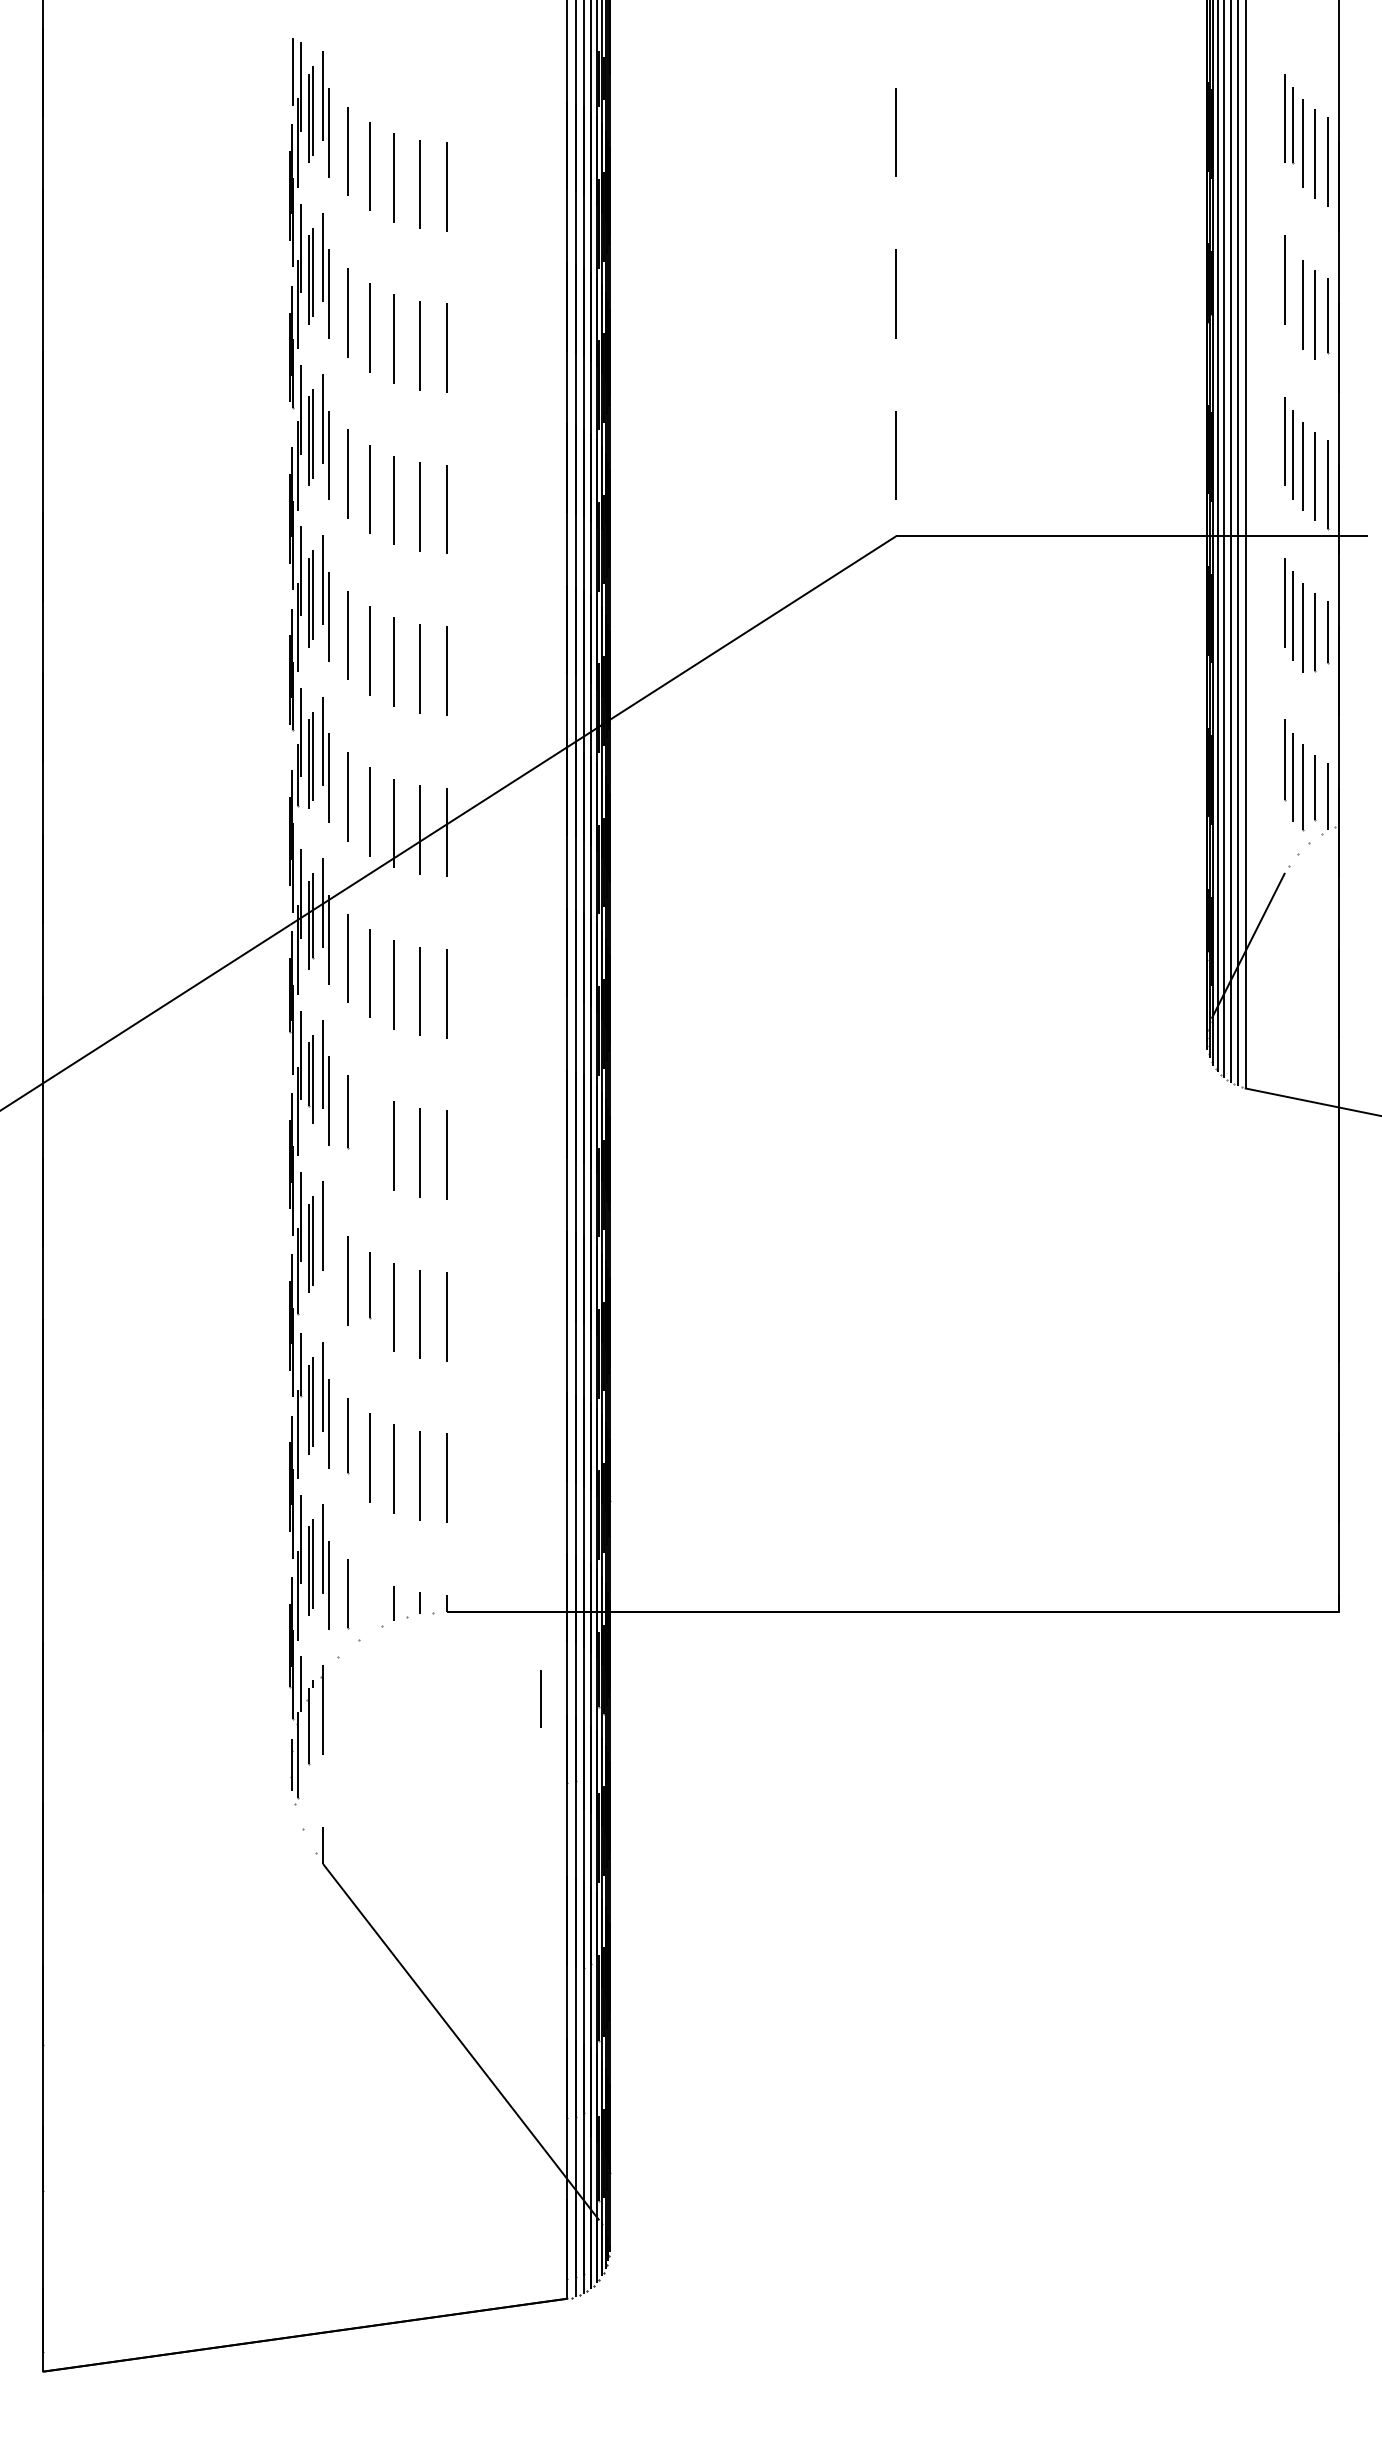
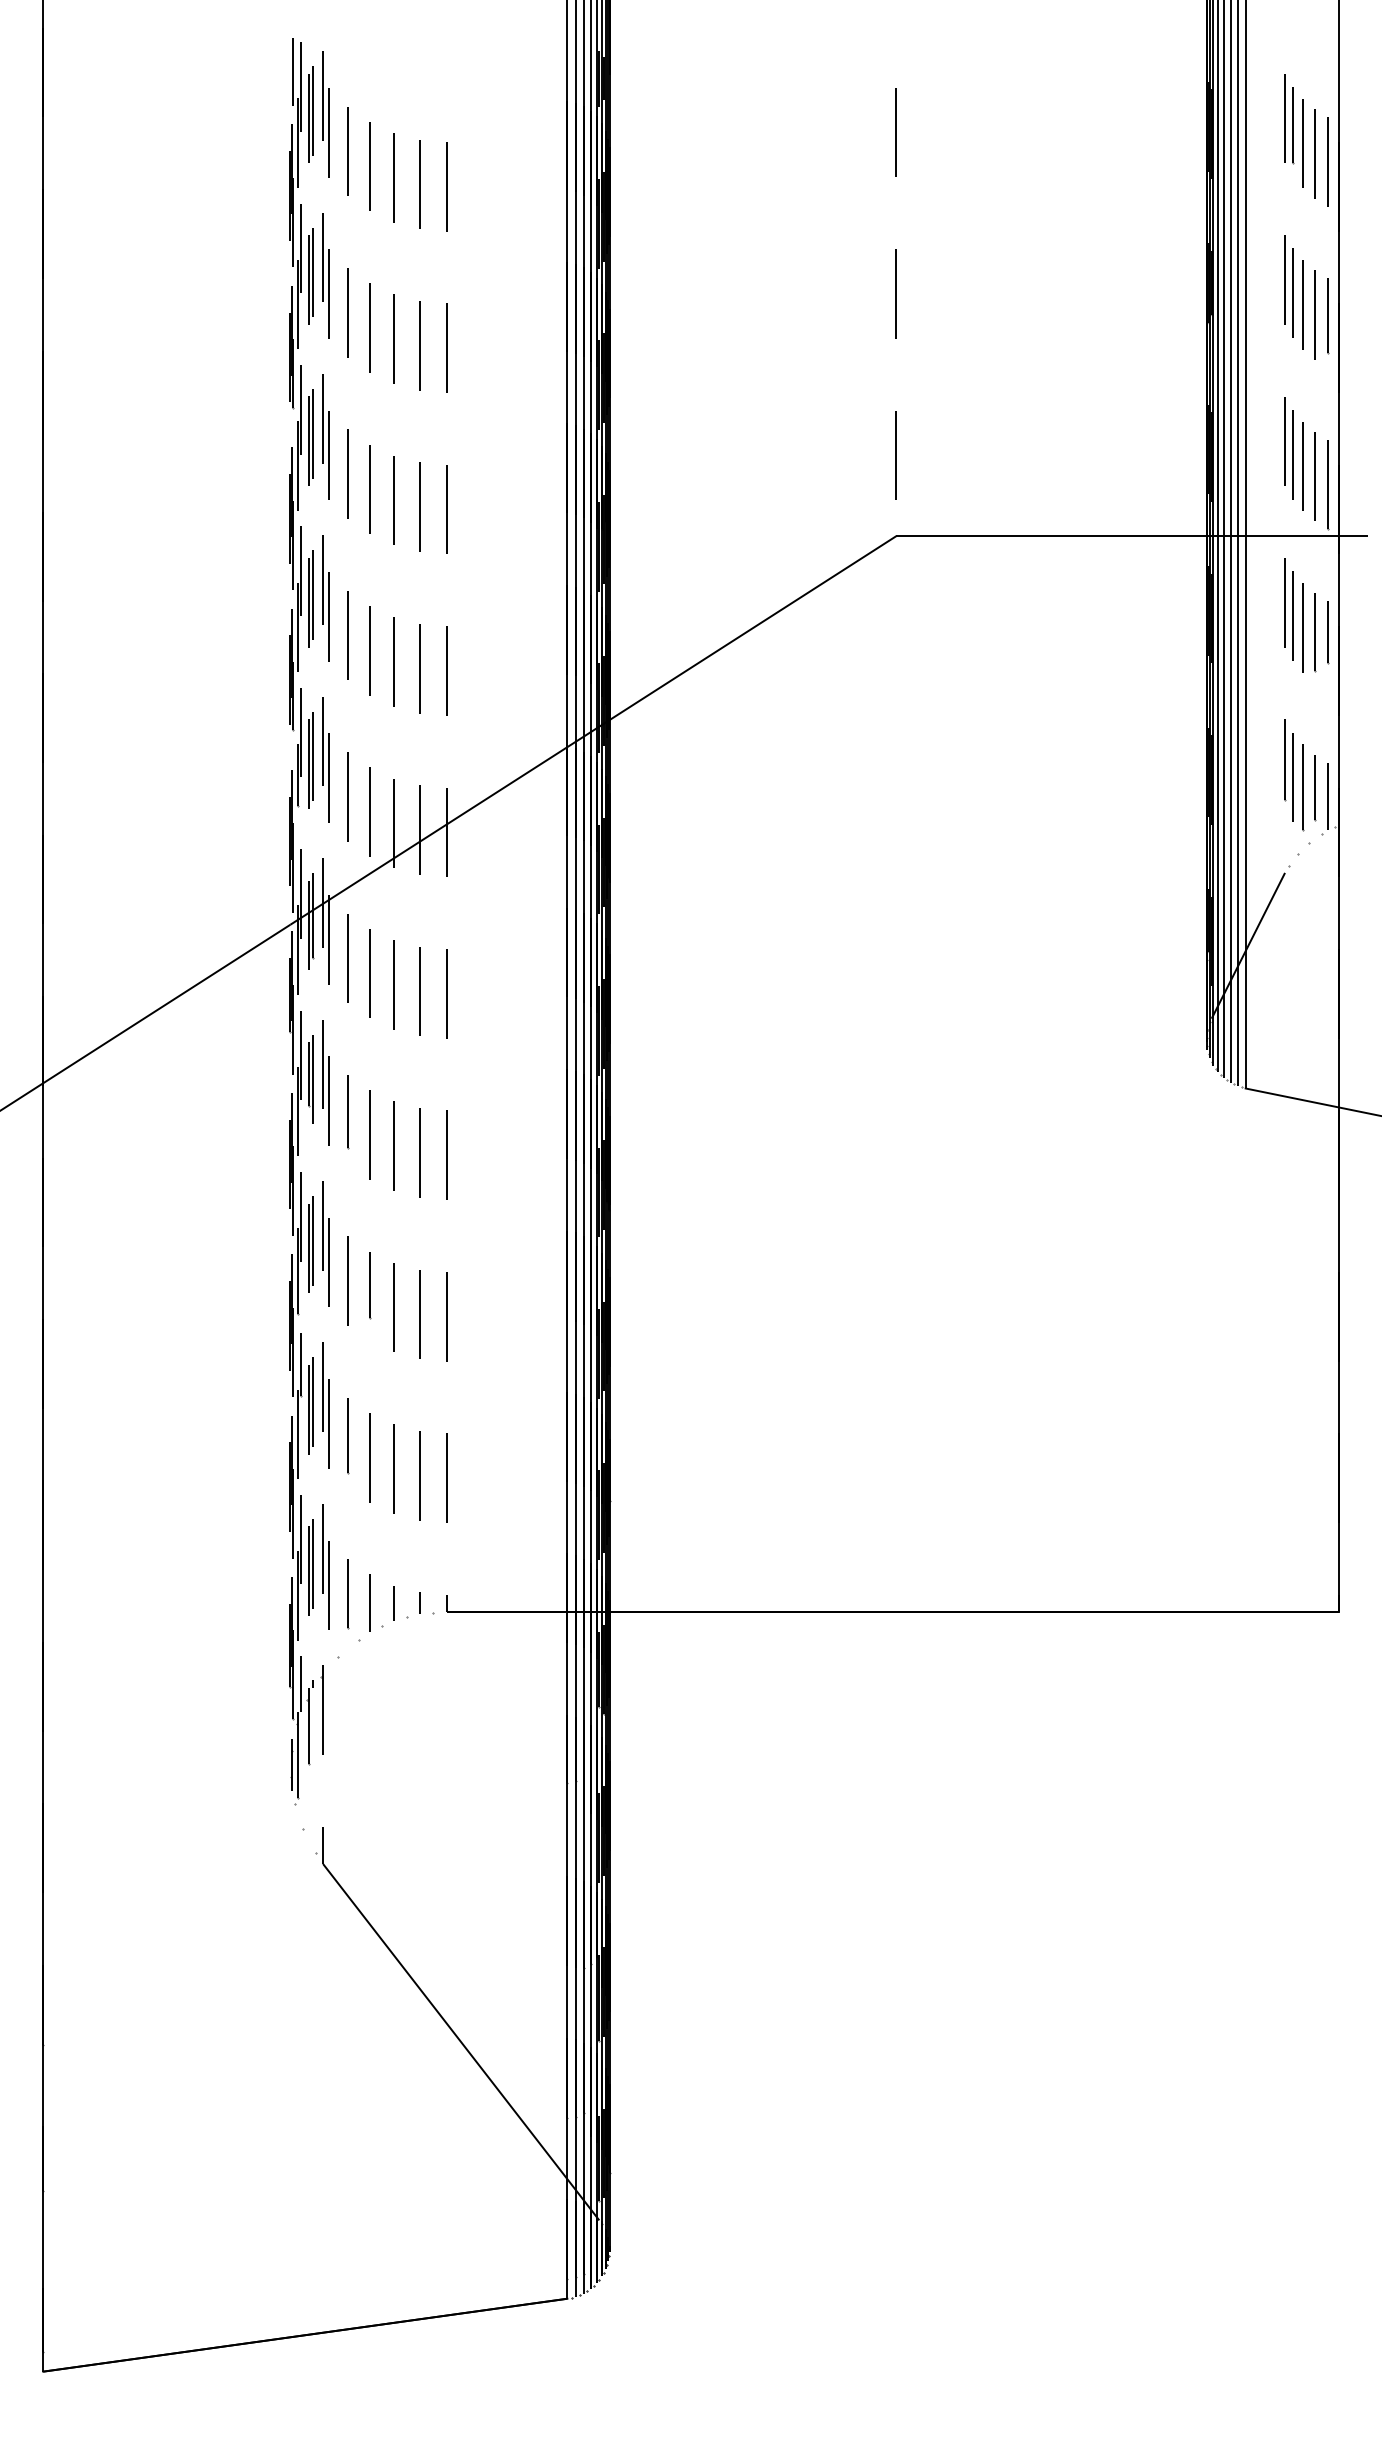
line at (1293, 293): none -> present
line at (369, 1134): none -> present
line at (328, 1262): none -> present
line at (540, 1698) position: (540, 1698) -> (369, 1602)
